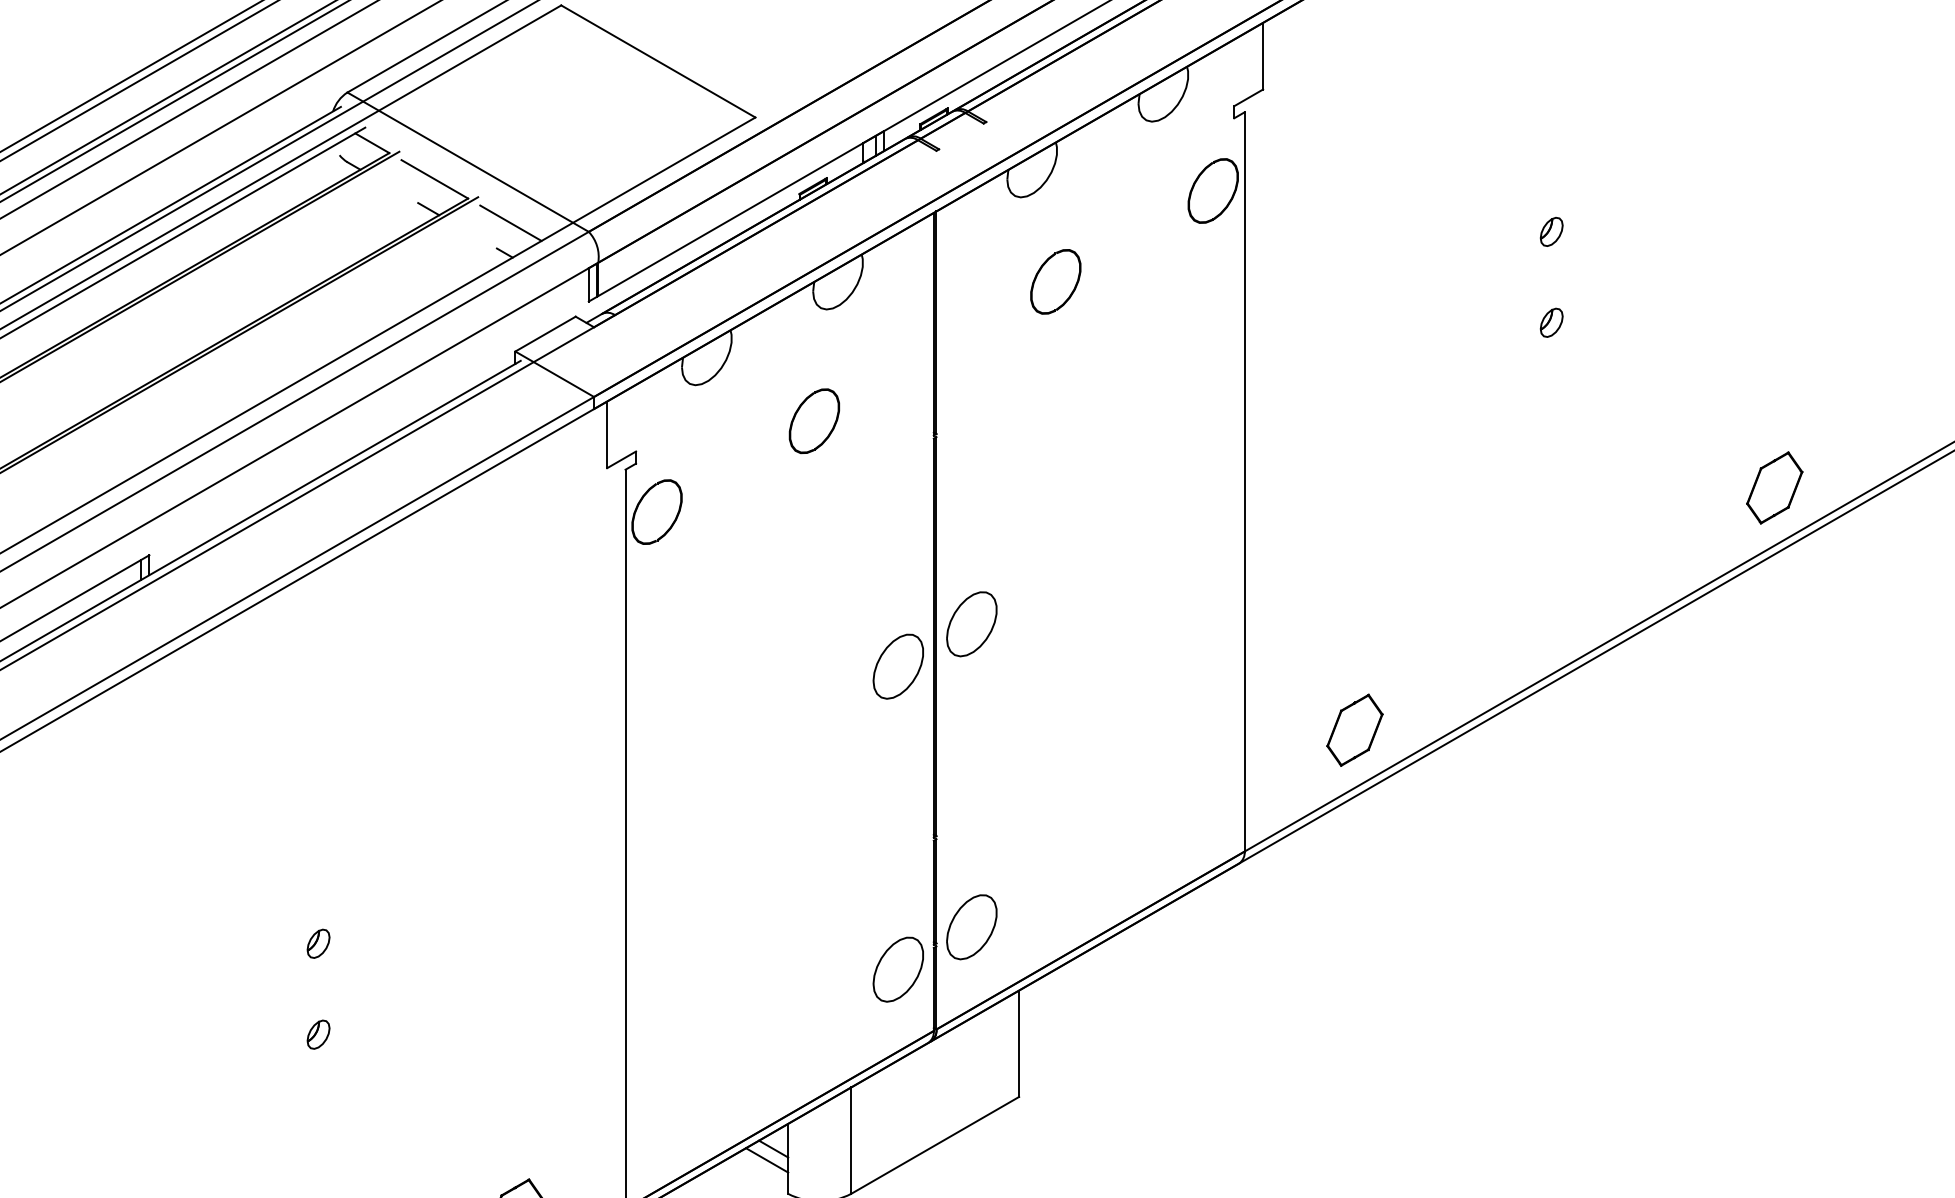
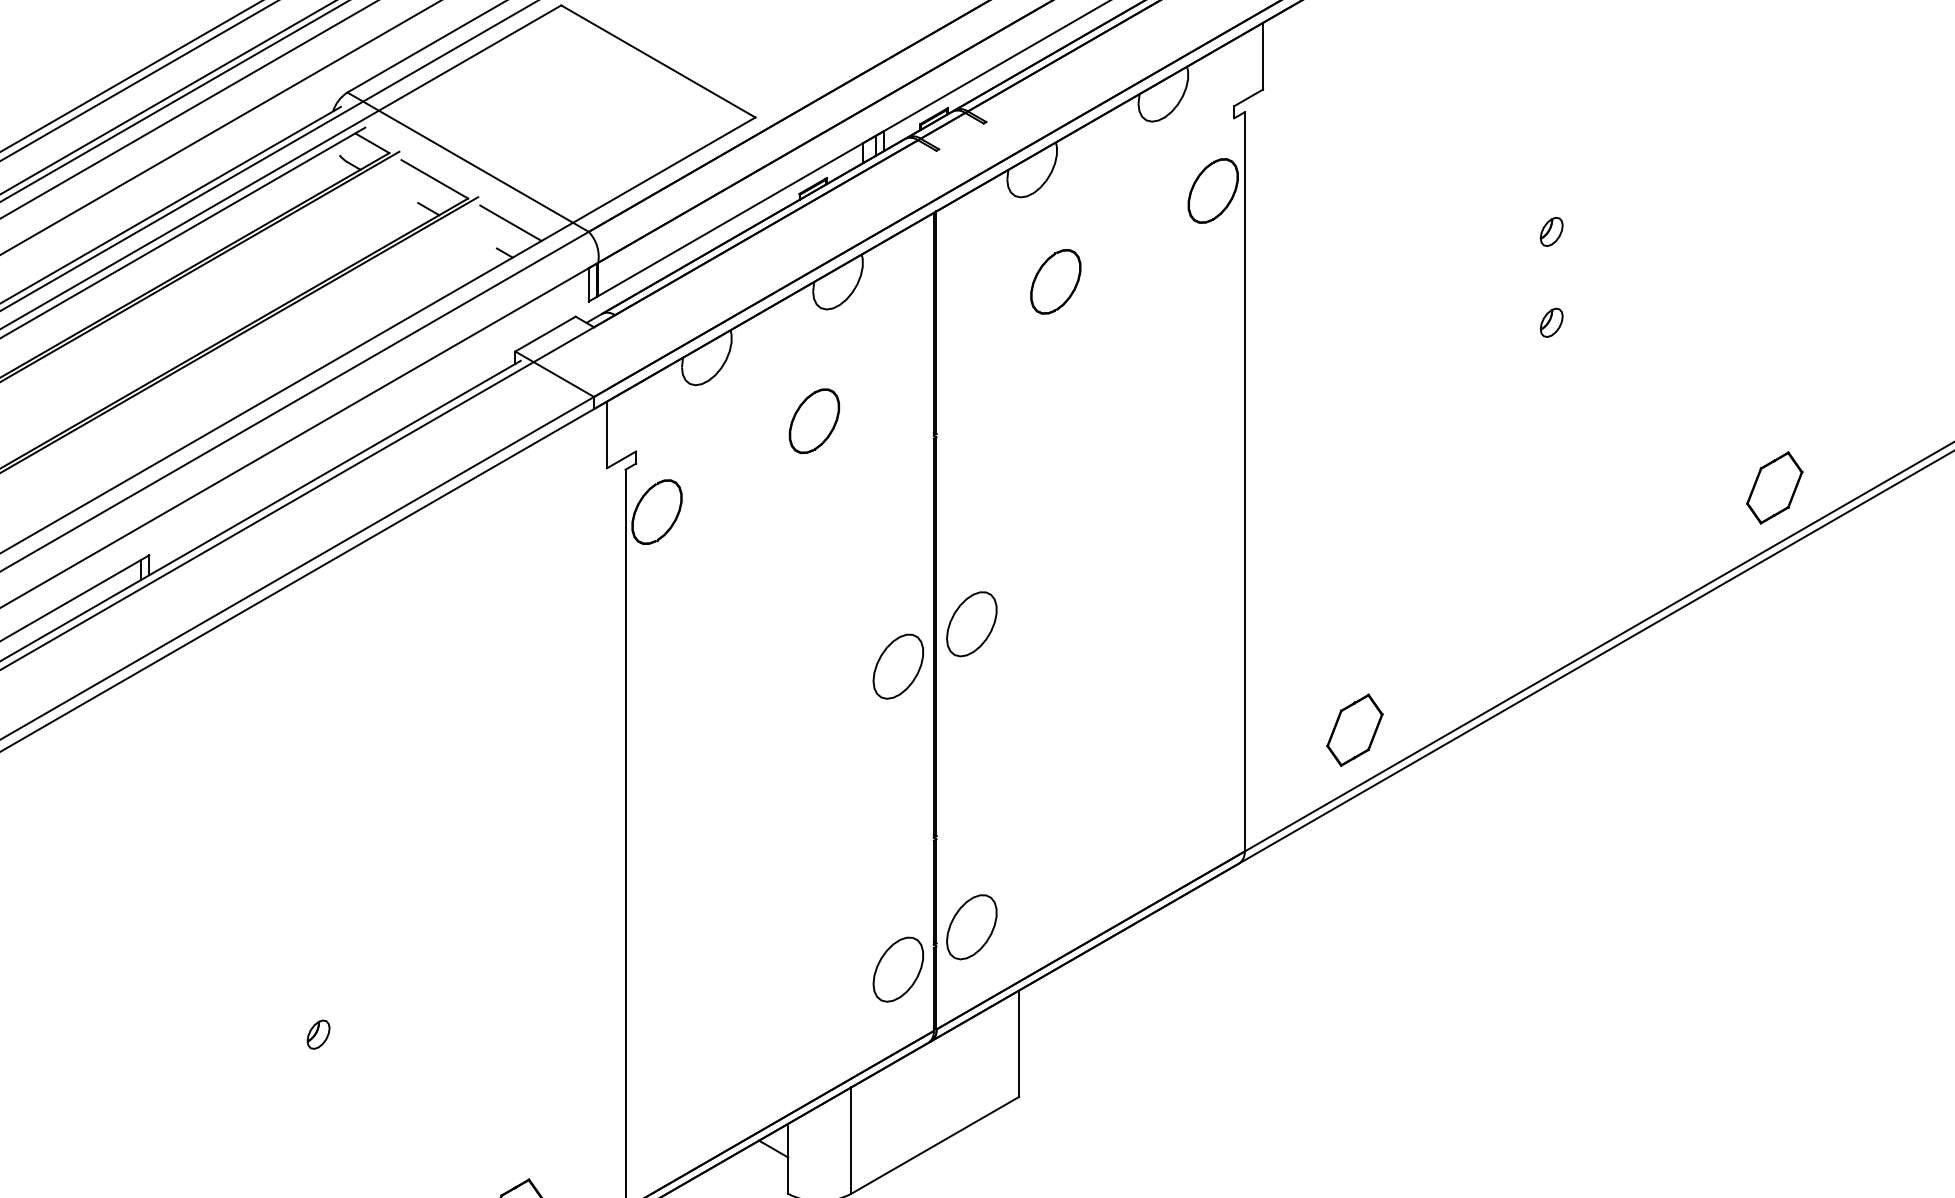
part at (318, 943): present -> none
line at (767, 1160): present -> none
